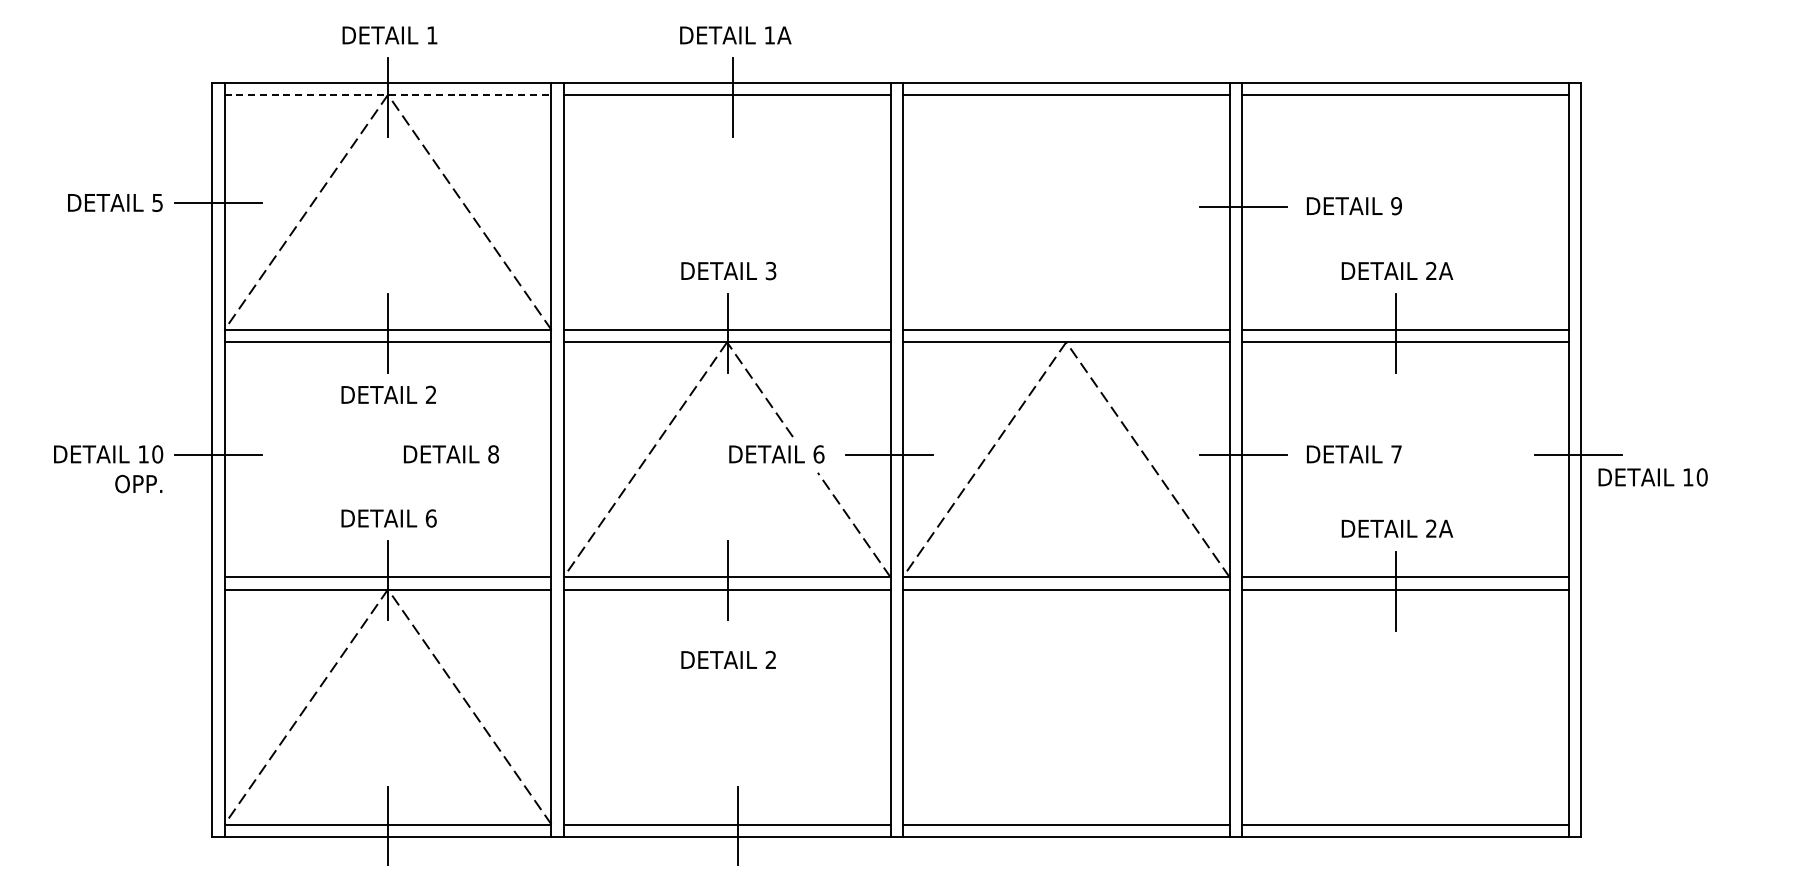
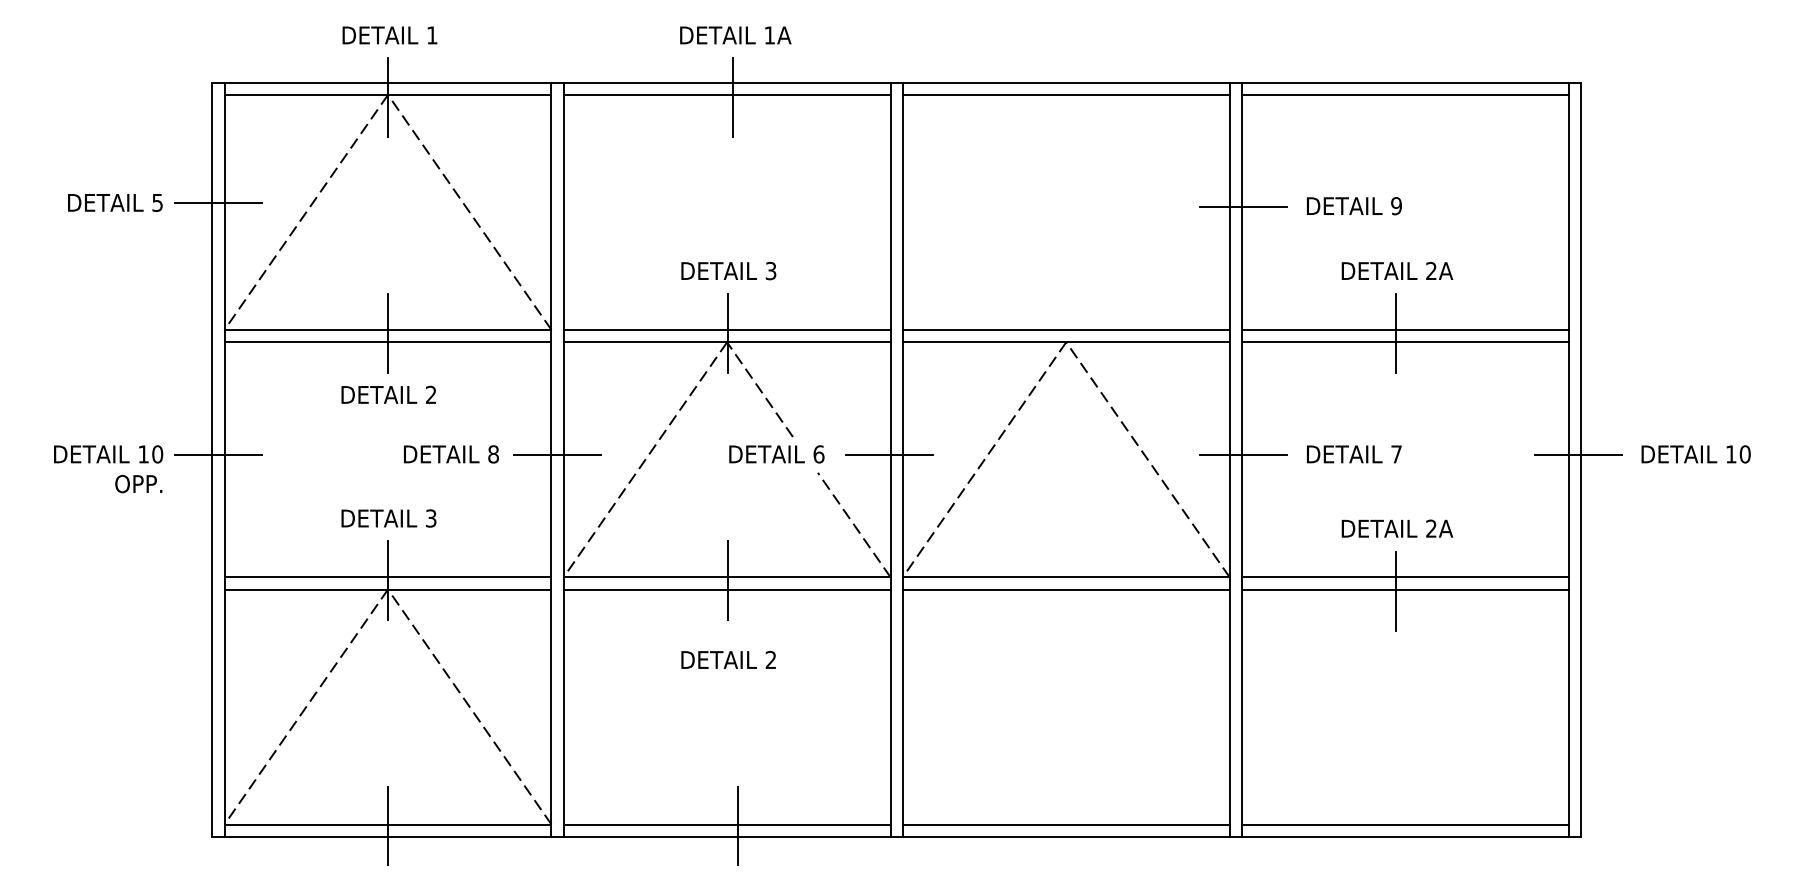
line at (388, 94): dashed -> solid
line at (556, 454): none -> present
text at (1652, 477) position: (1652, 477) -> (1695, 454)
text at (430, 518): 6 -> 3
